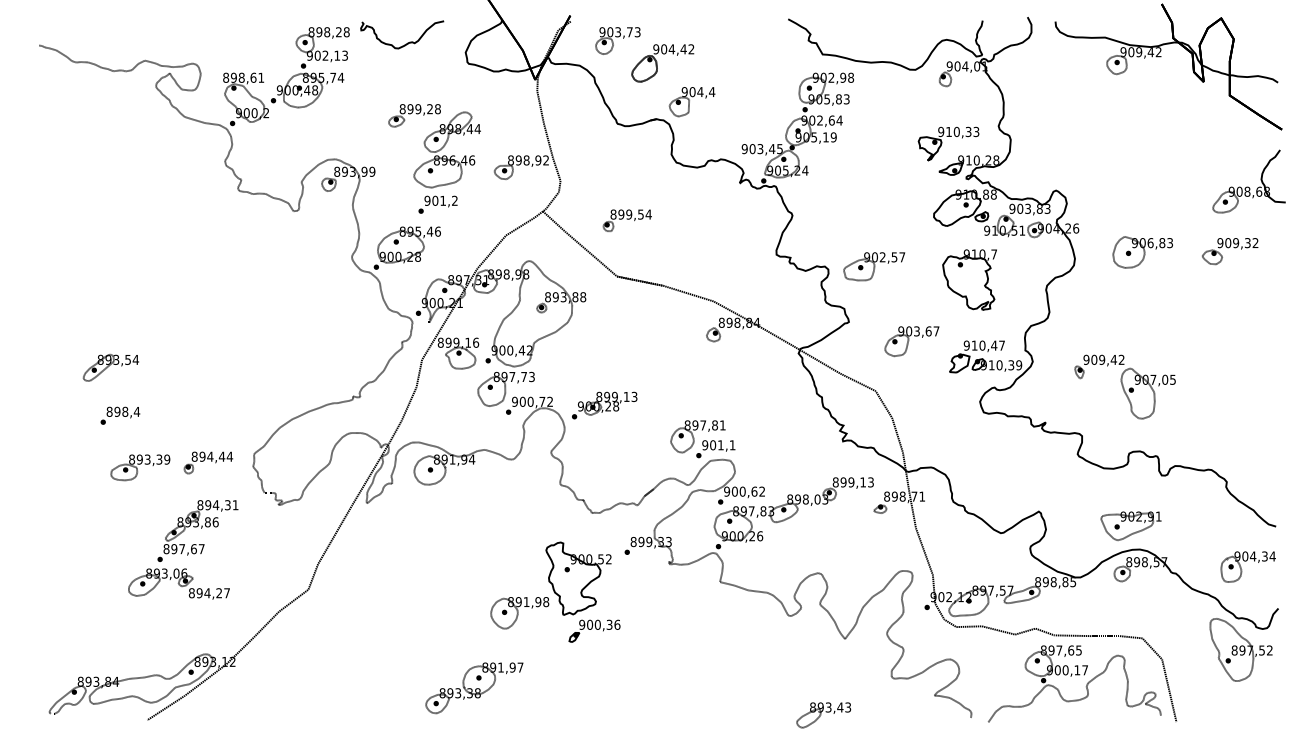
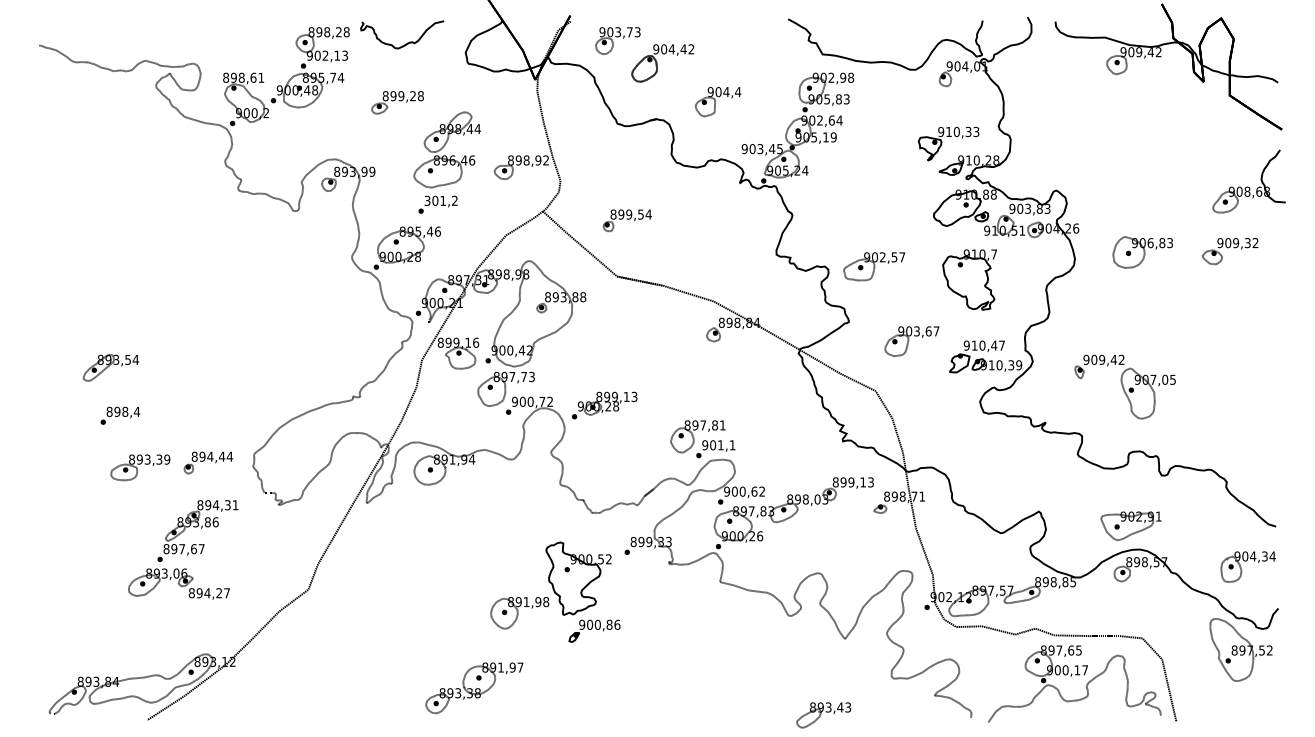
part at (691, 102) position: (691, 102) -> (717, 102)
part at (414, 115) position: (414, 115) -> (397, 102)
text at (427, 200): 901,2 -> 301,2
text at (609, 624): 900,36 -> 900,86
